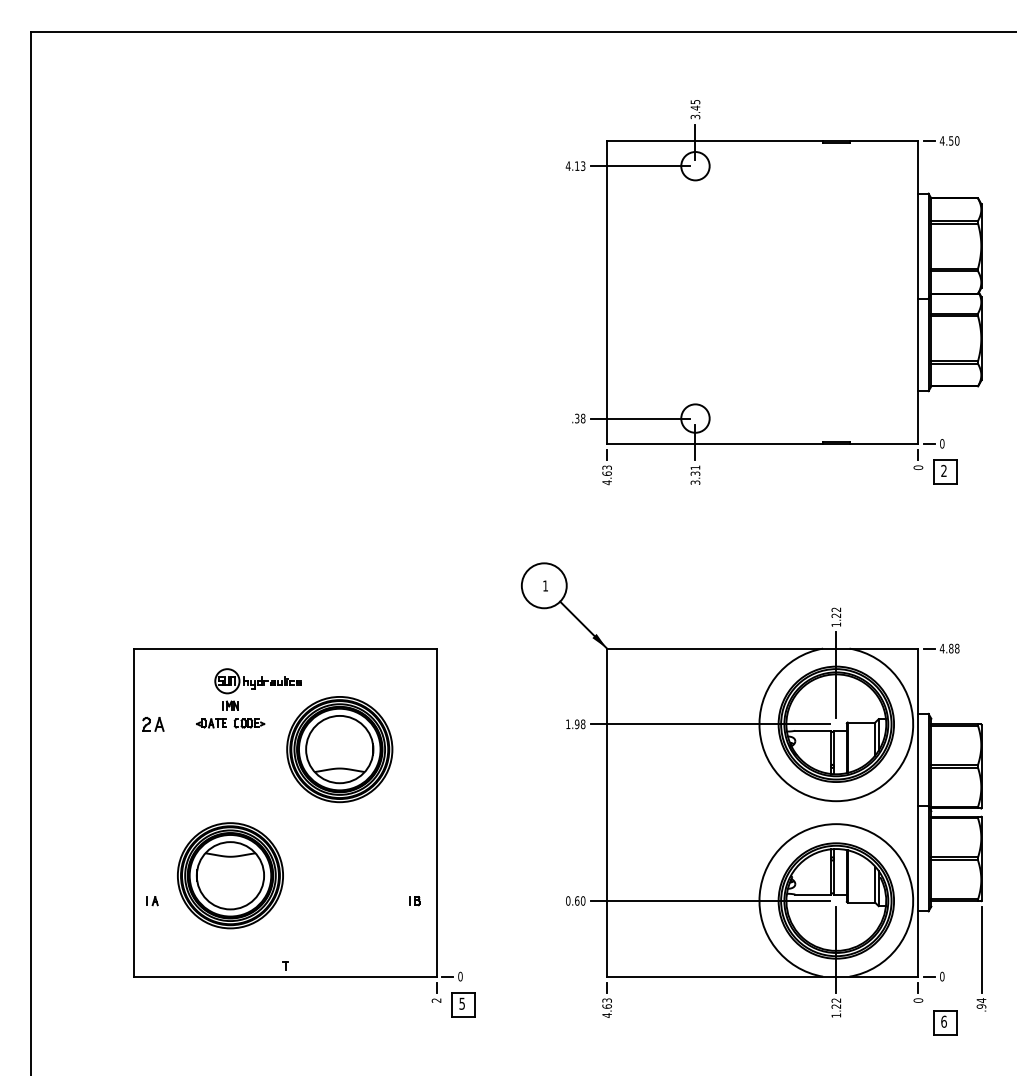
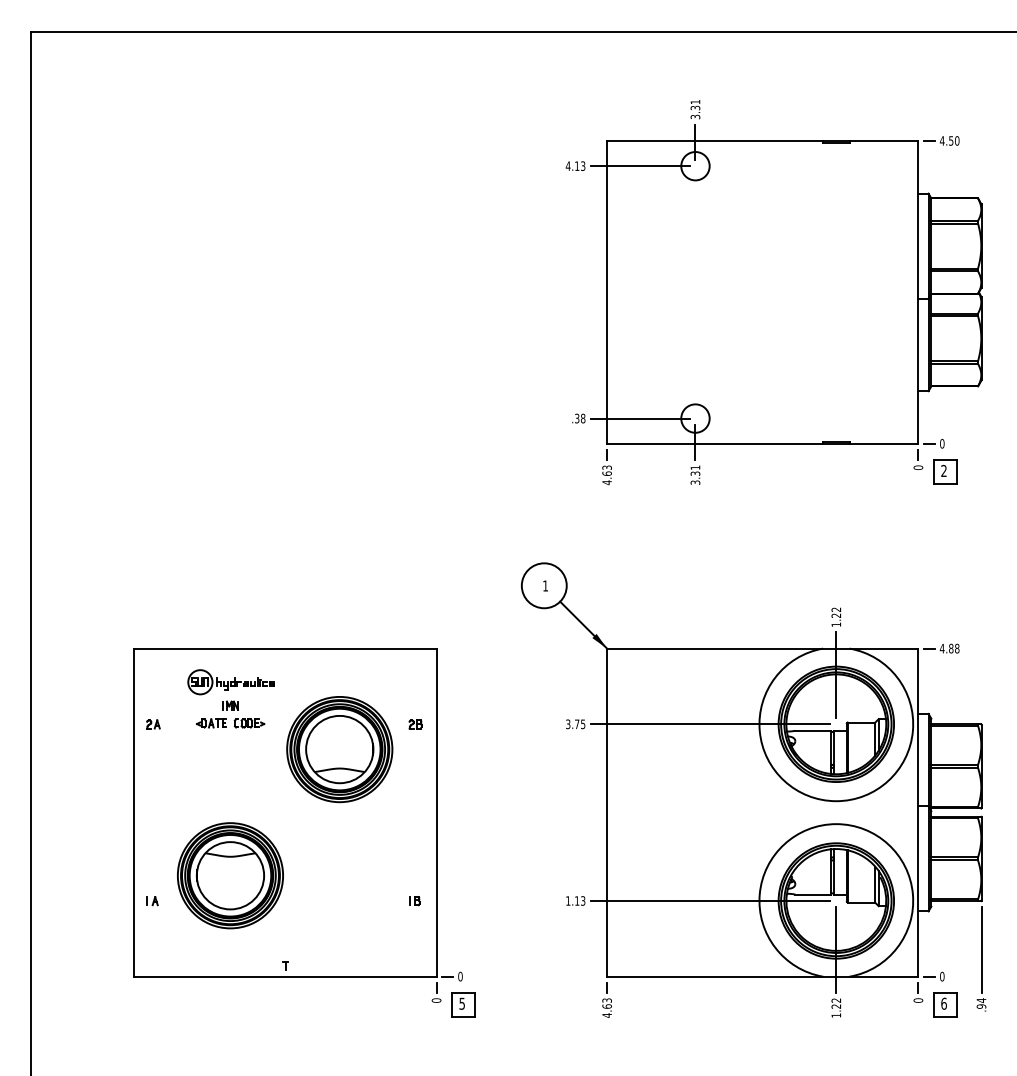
text at (695, 105): 3.45 -> 3.31
part at (257, 681) position: (257, 681) -> (230, 682)
part at (153, 723) size: 23x16 px -> 15x11 px
part at (415, 724): none -> present
text at (575, 724): 1.98 -> 3.75
text at (575, 900): 0.60 -> 1.13
text at (436, 1000): 2 -> 0
part at (945, 1022) position: (945, 1022) -> (945, 1004)
